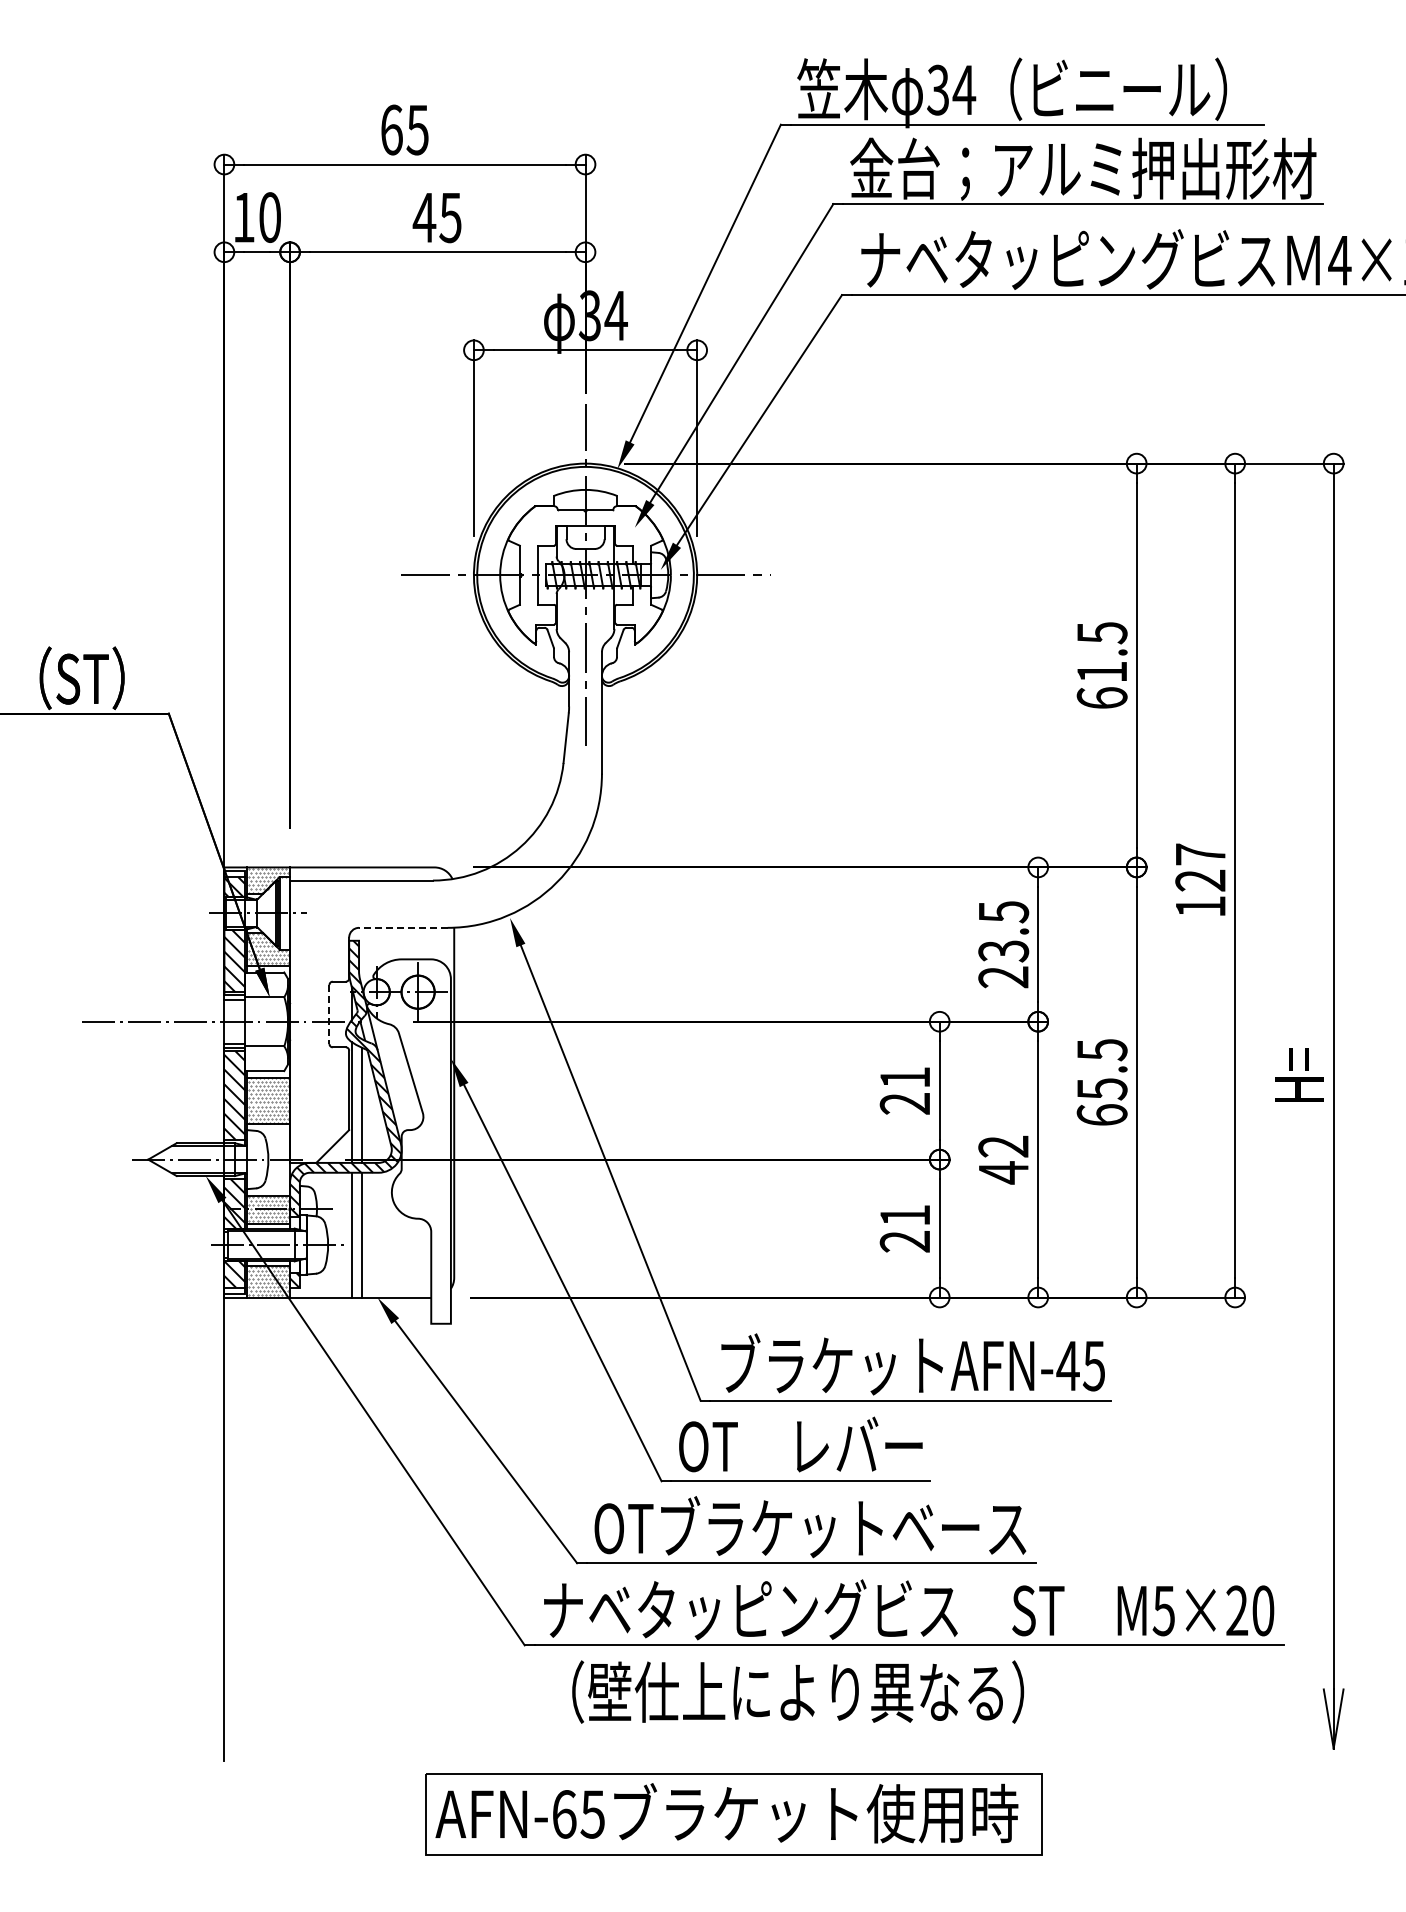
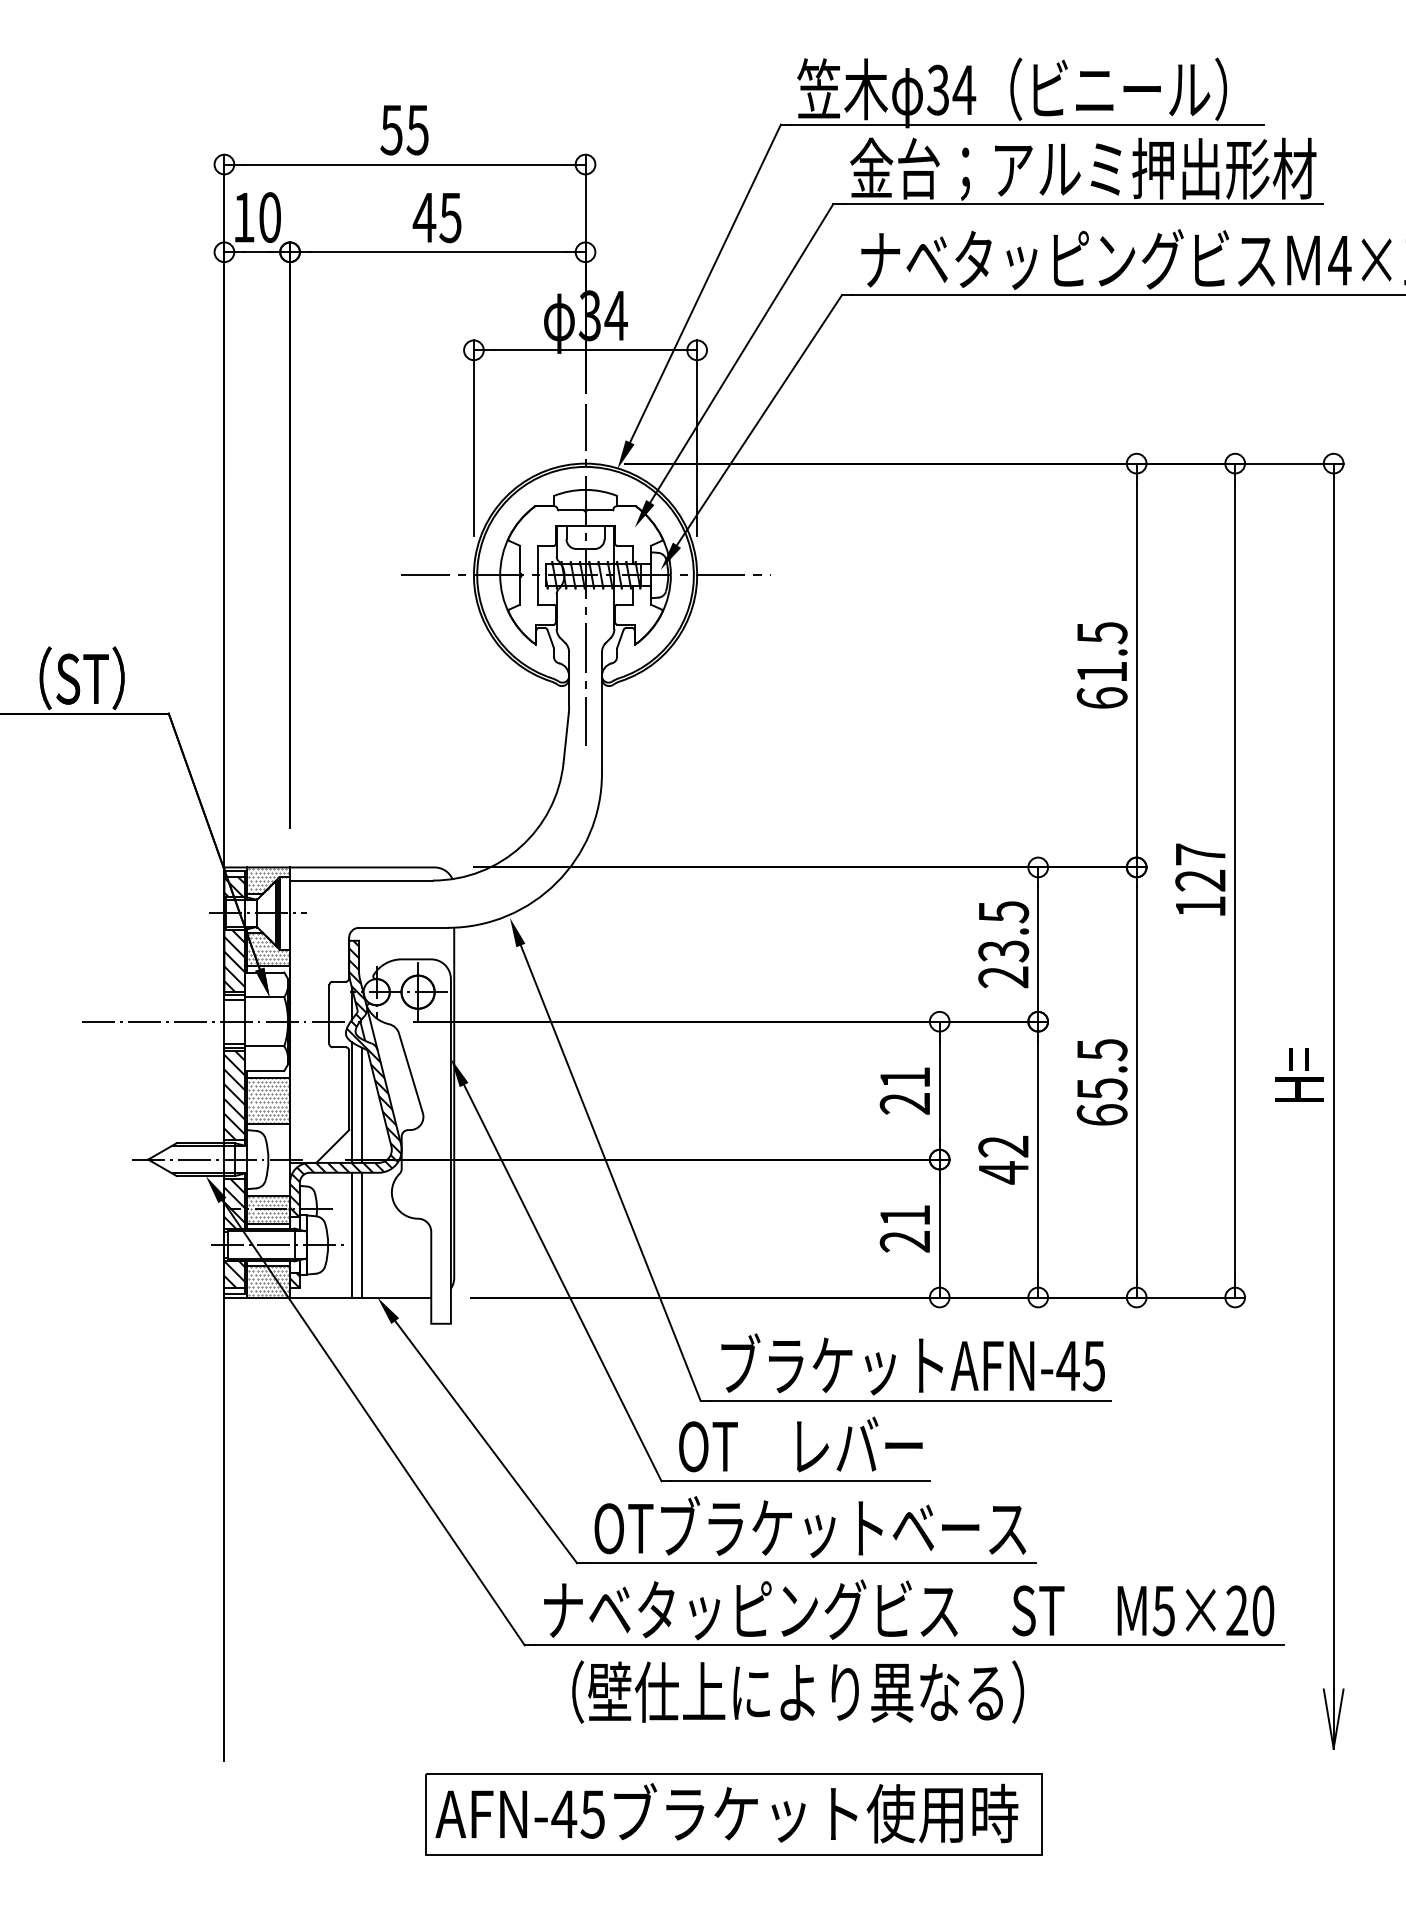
text at (391, 129): 65 -> 55
line at (402, 927): dashed -> solid
line at (329, 1014): dashed -> solid
text at (564, 1814): AFN-65 -> AFN-45
